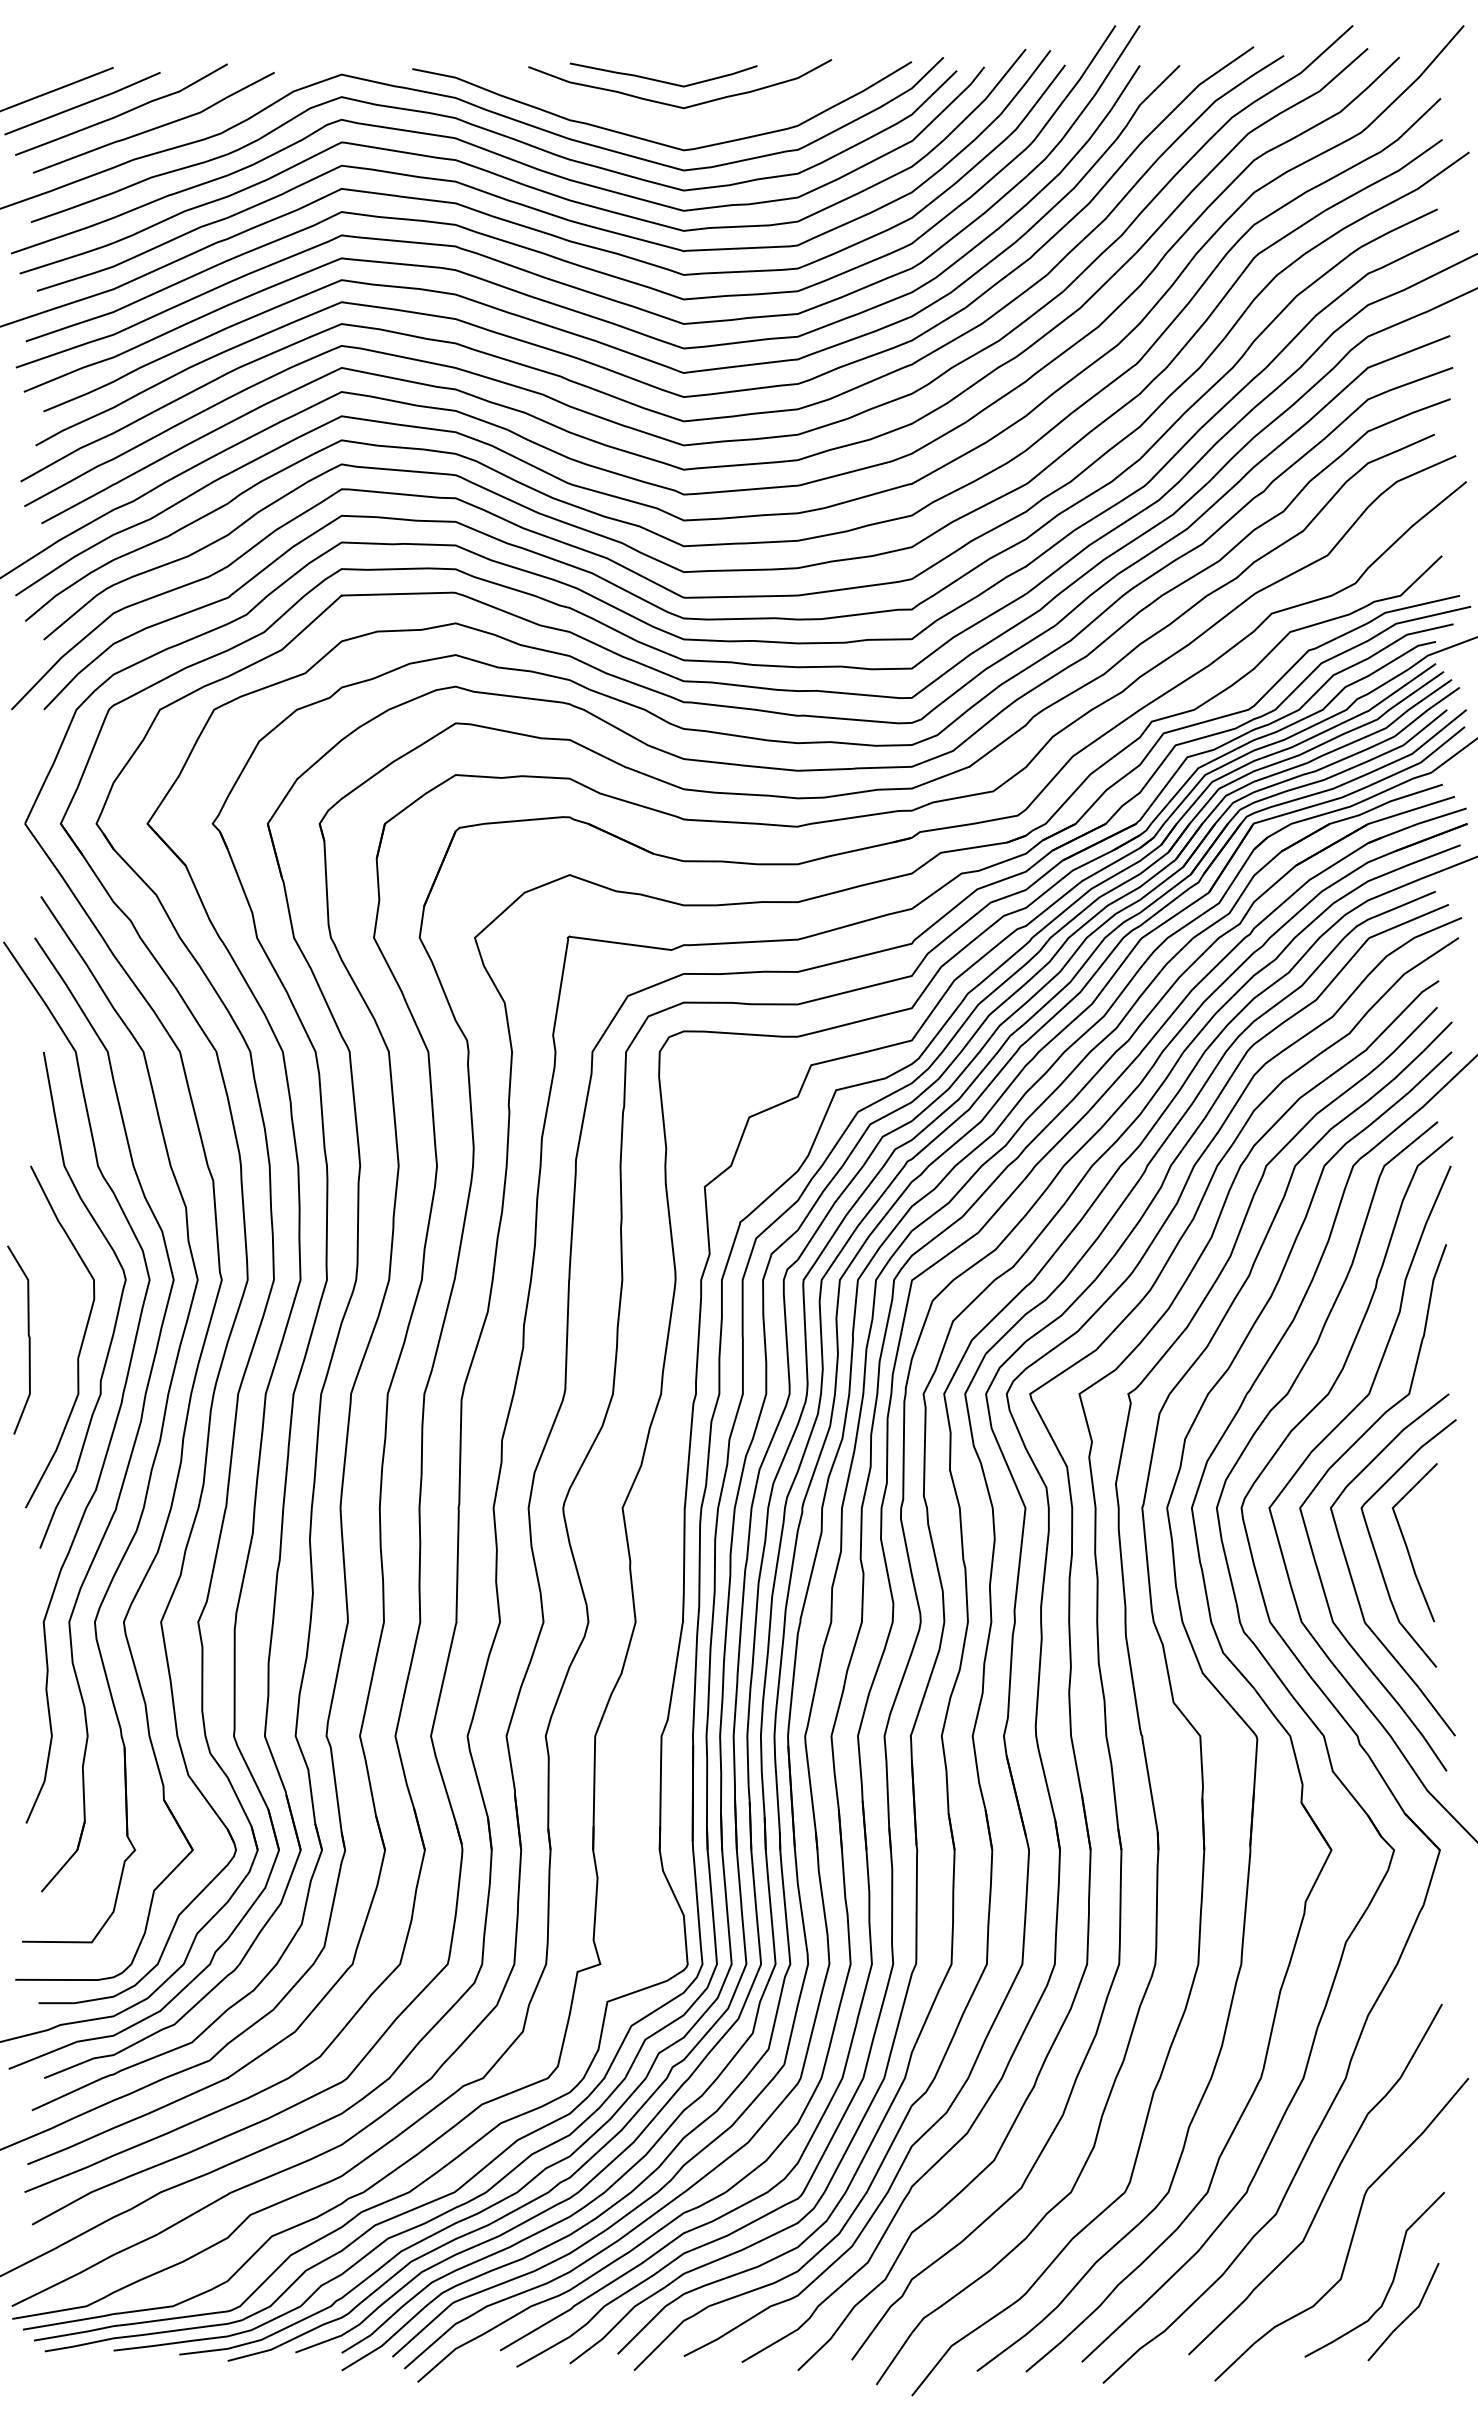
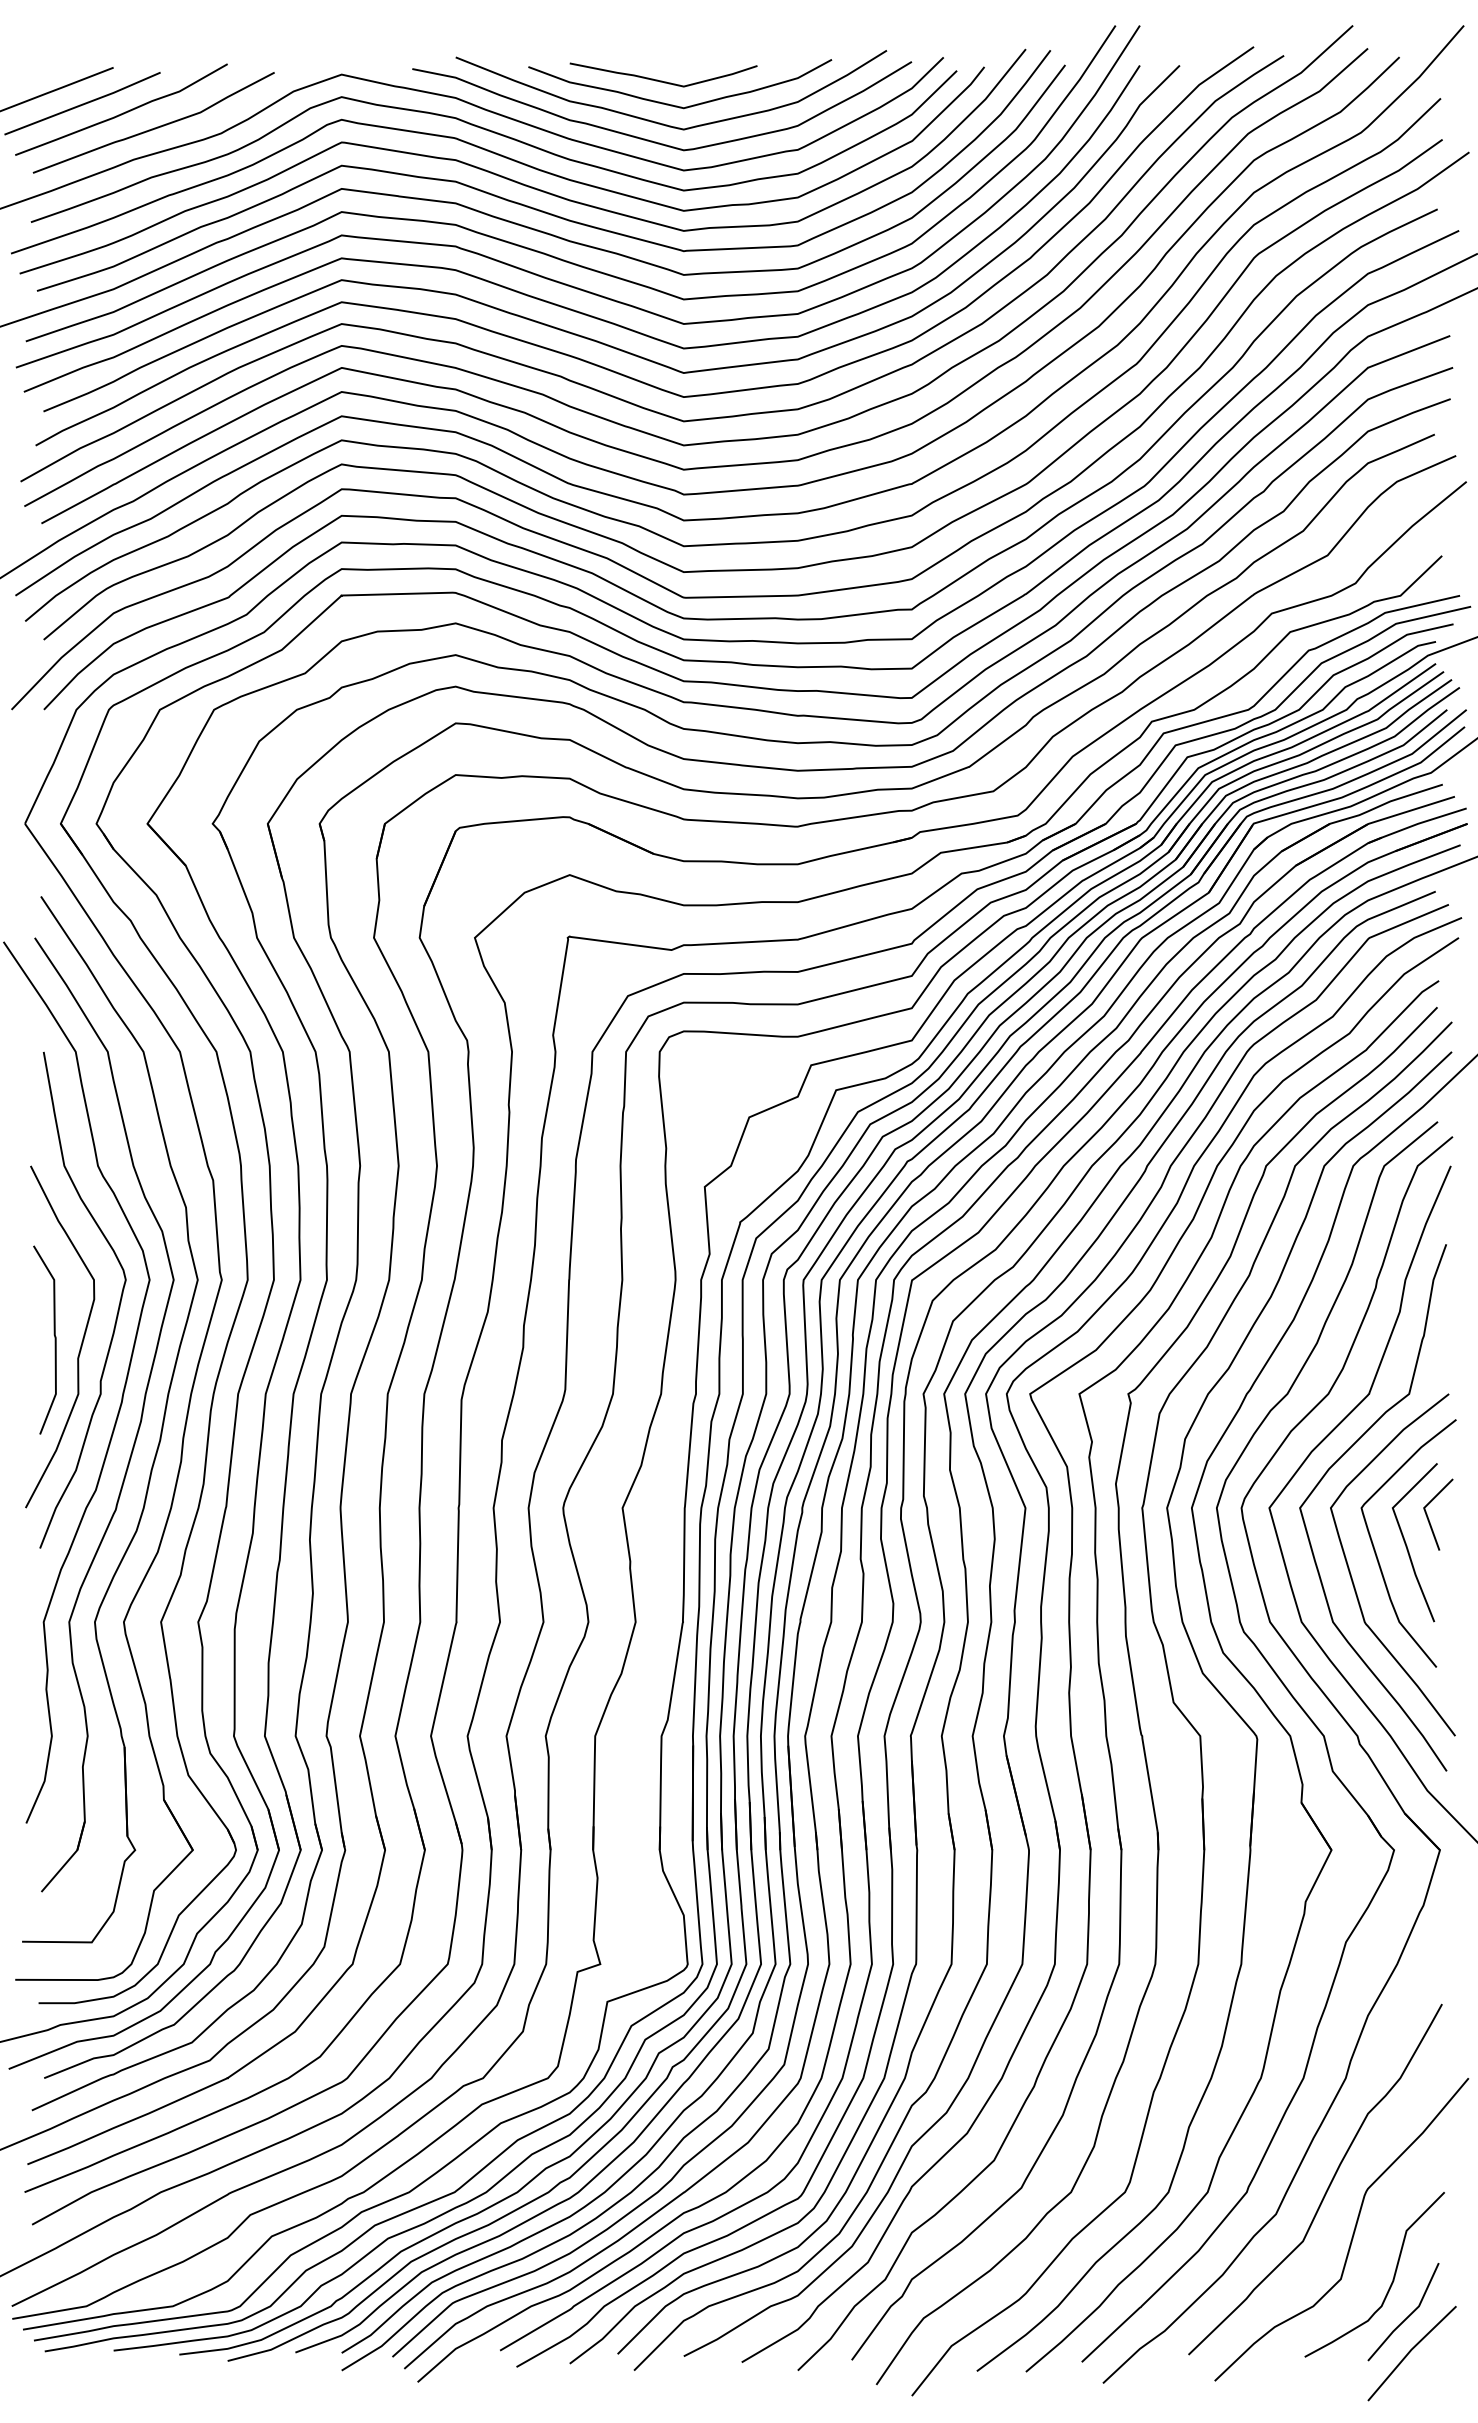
curve at (660, 122): none -> present
curve at (28, 1339) position: (28, 1339) -> (54, 1339)
line at (1428, 1516): none -> present
line at (1410, 2352): none -> present
